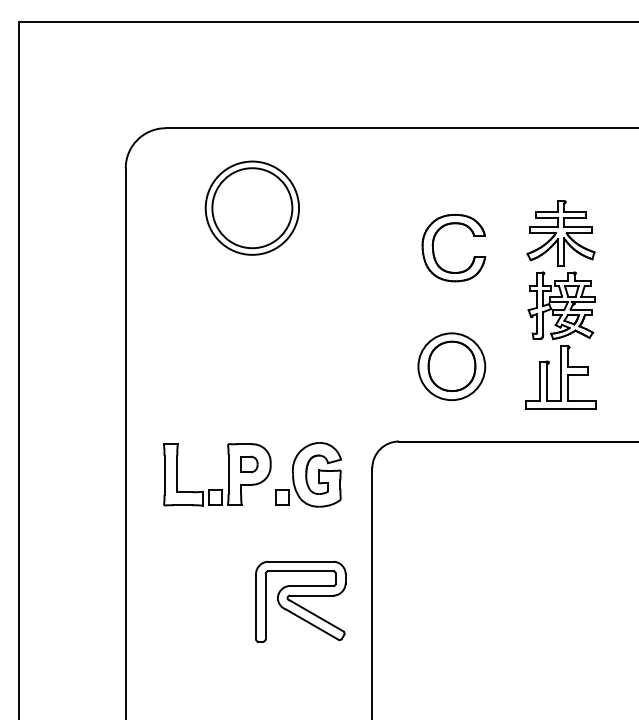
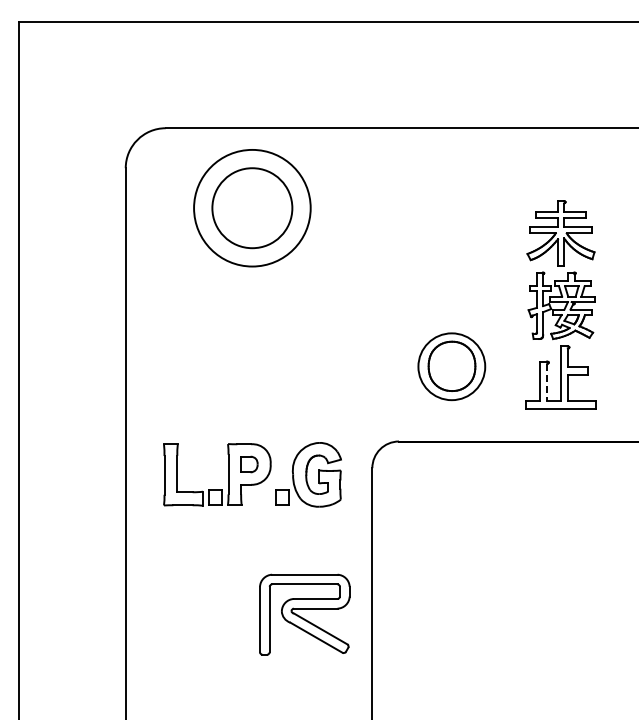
circle at (252, 207) diameter: 93 px -> 117 px
part at (434, 251): present -> none
line at (547, 382): solid -> dashed
part at (300, 601) position: (300, 601) -> (304, 614)
